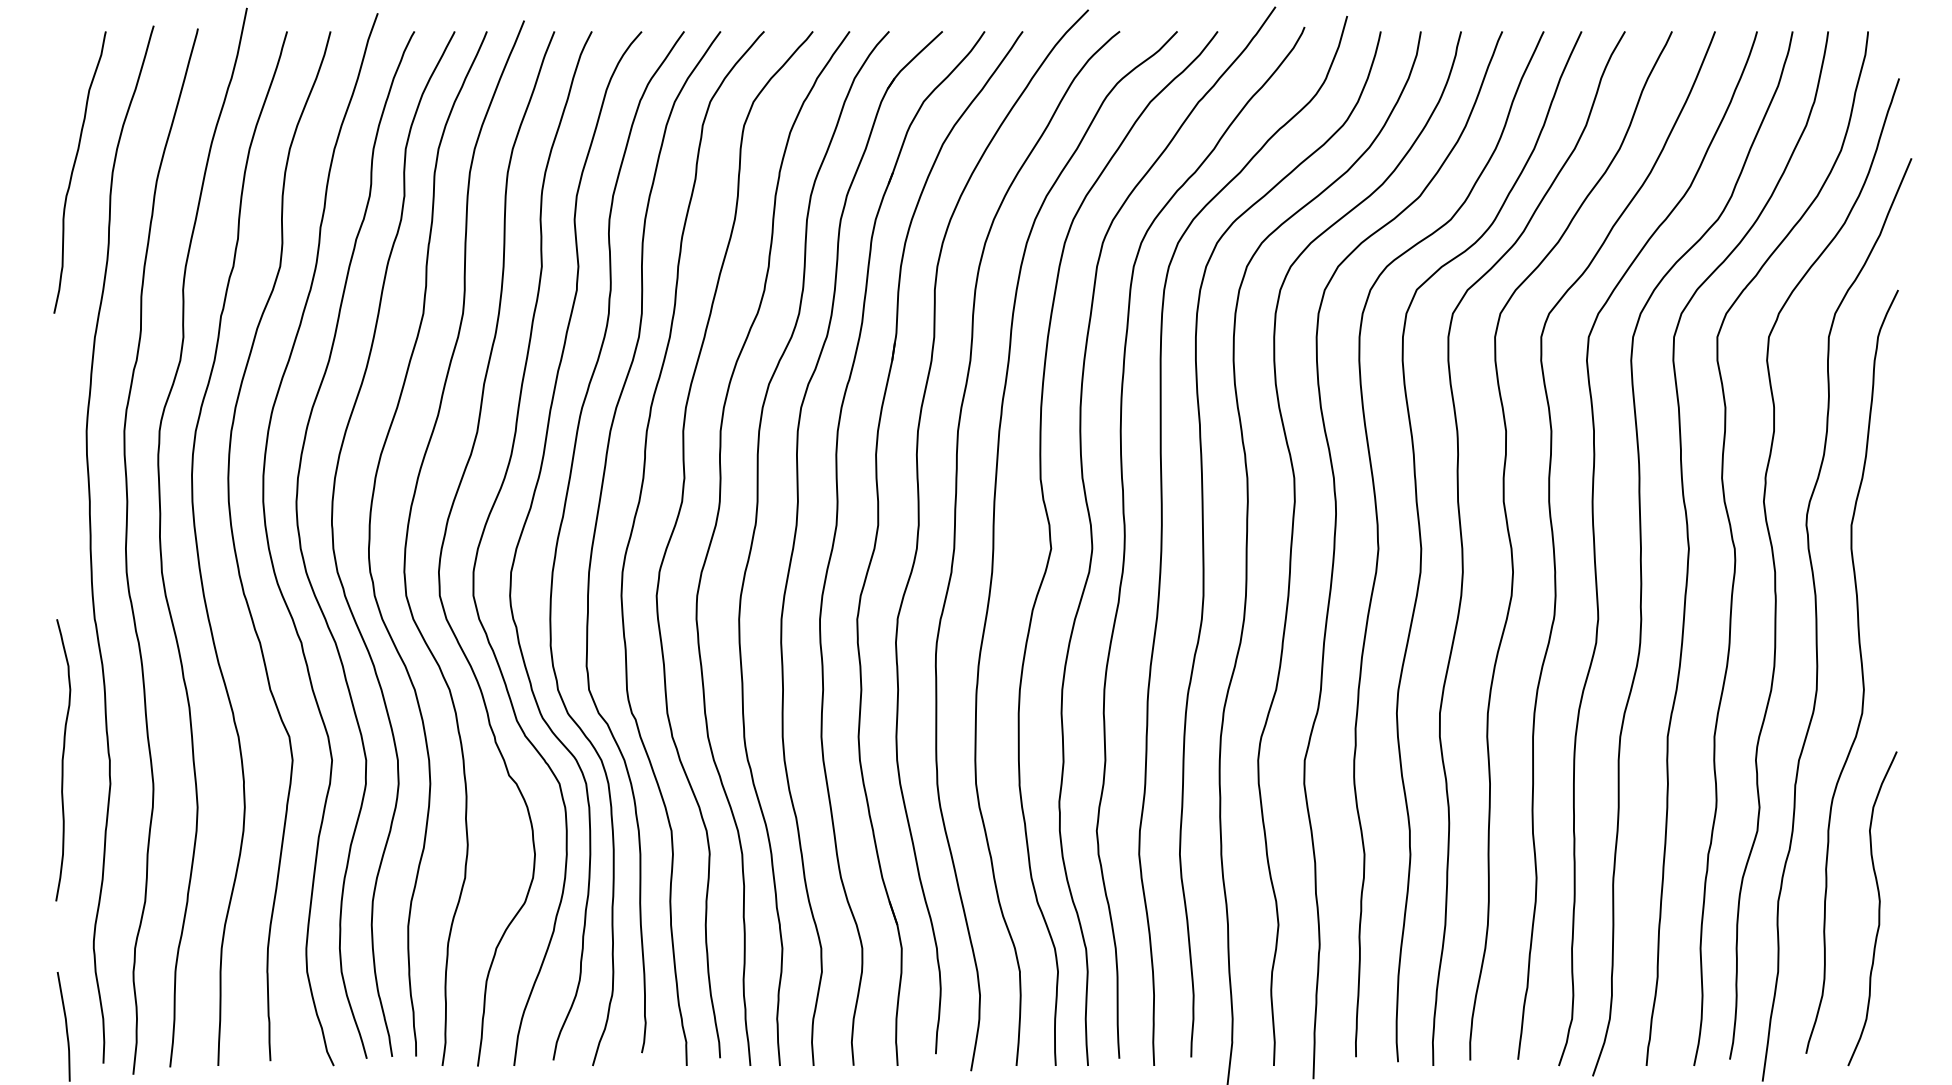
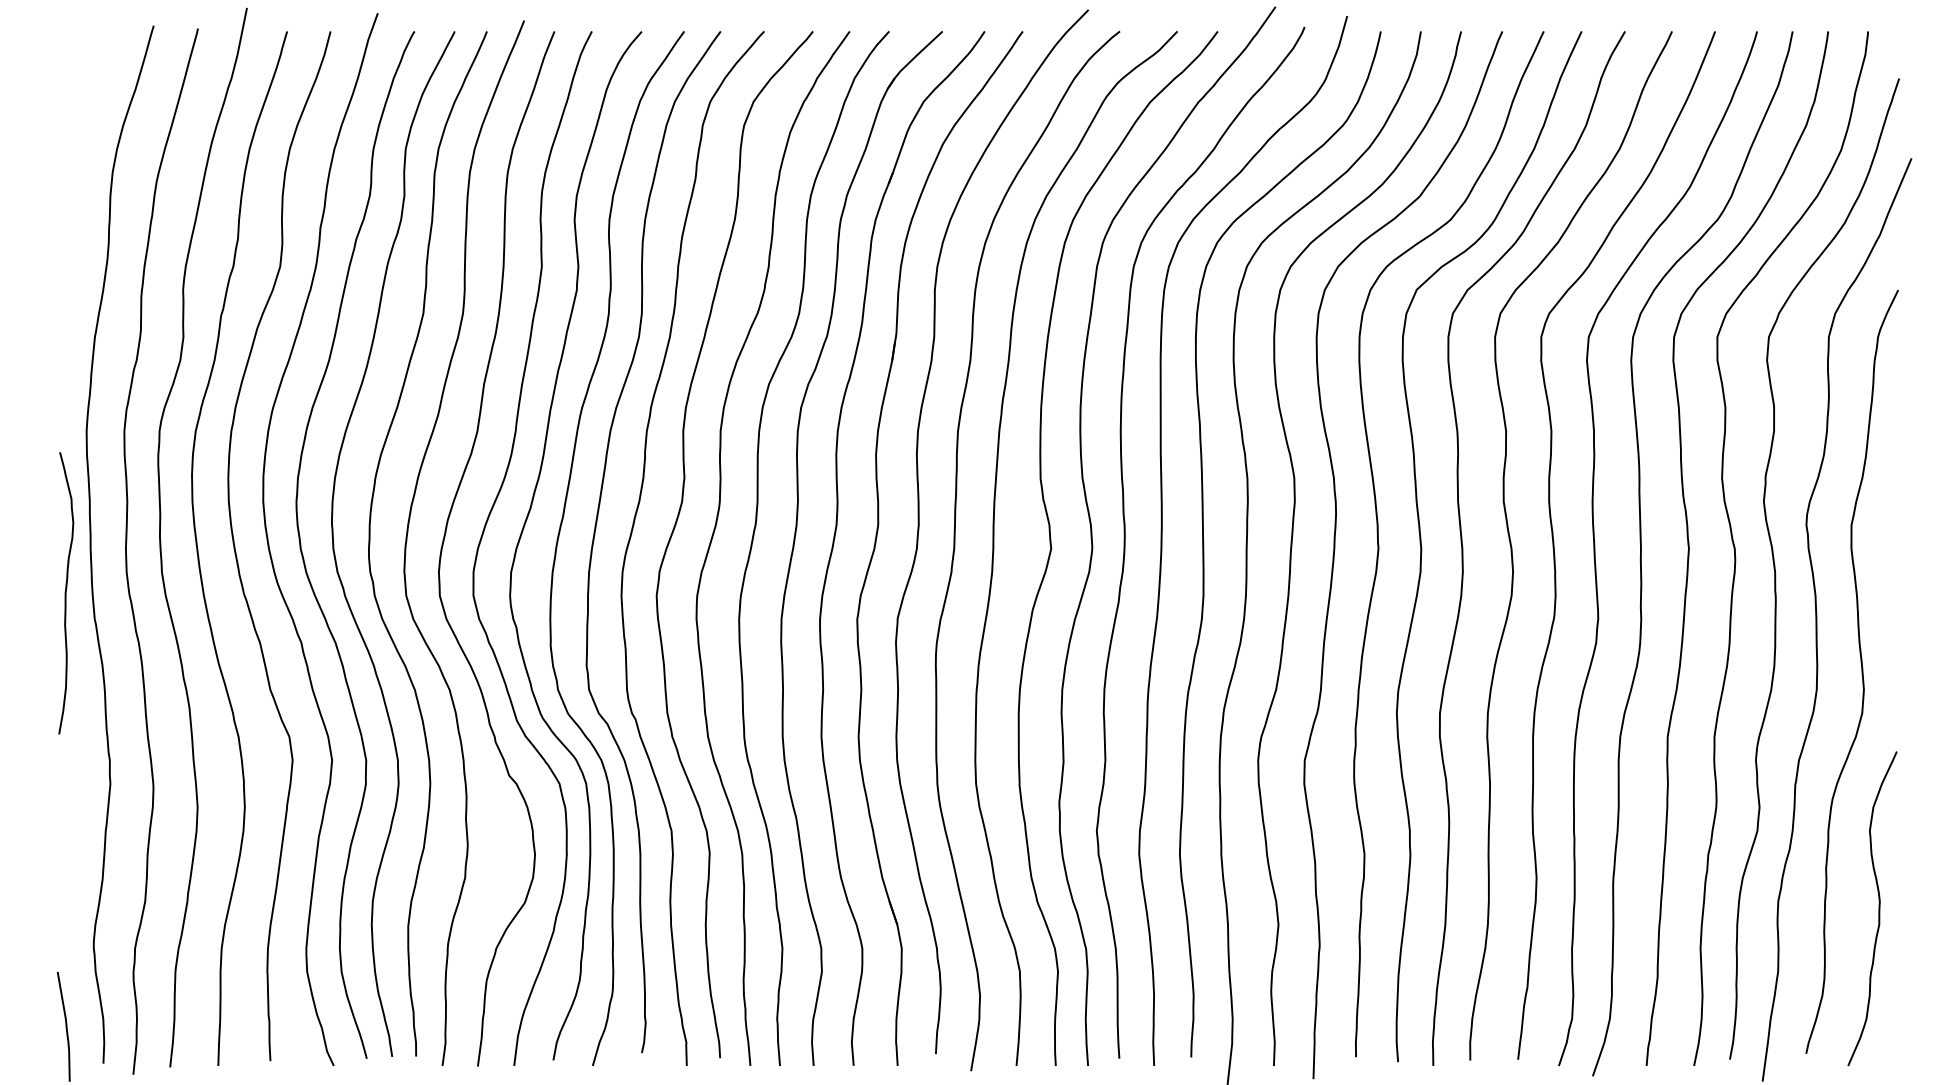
curve at (73, 172): present -> none
curve at (63, 760) position: (63, 760) -> (66, 593)
